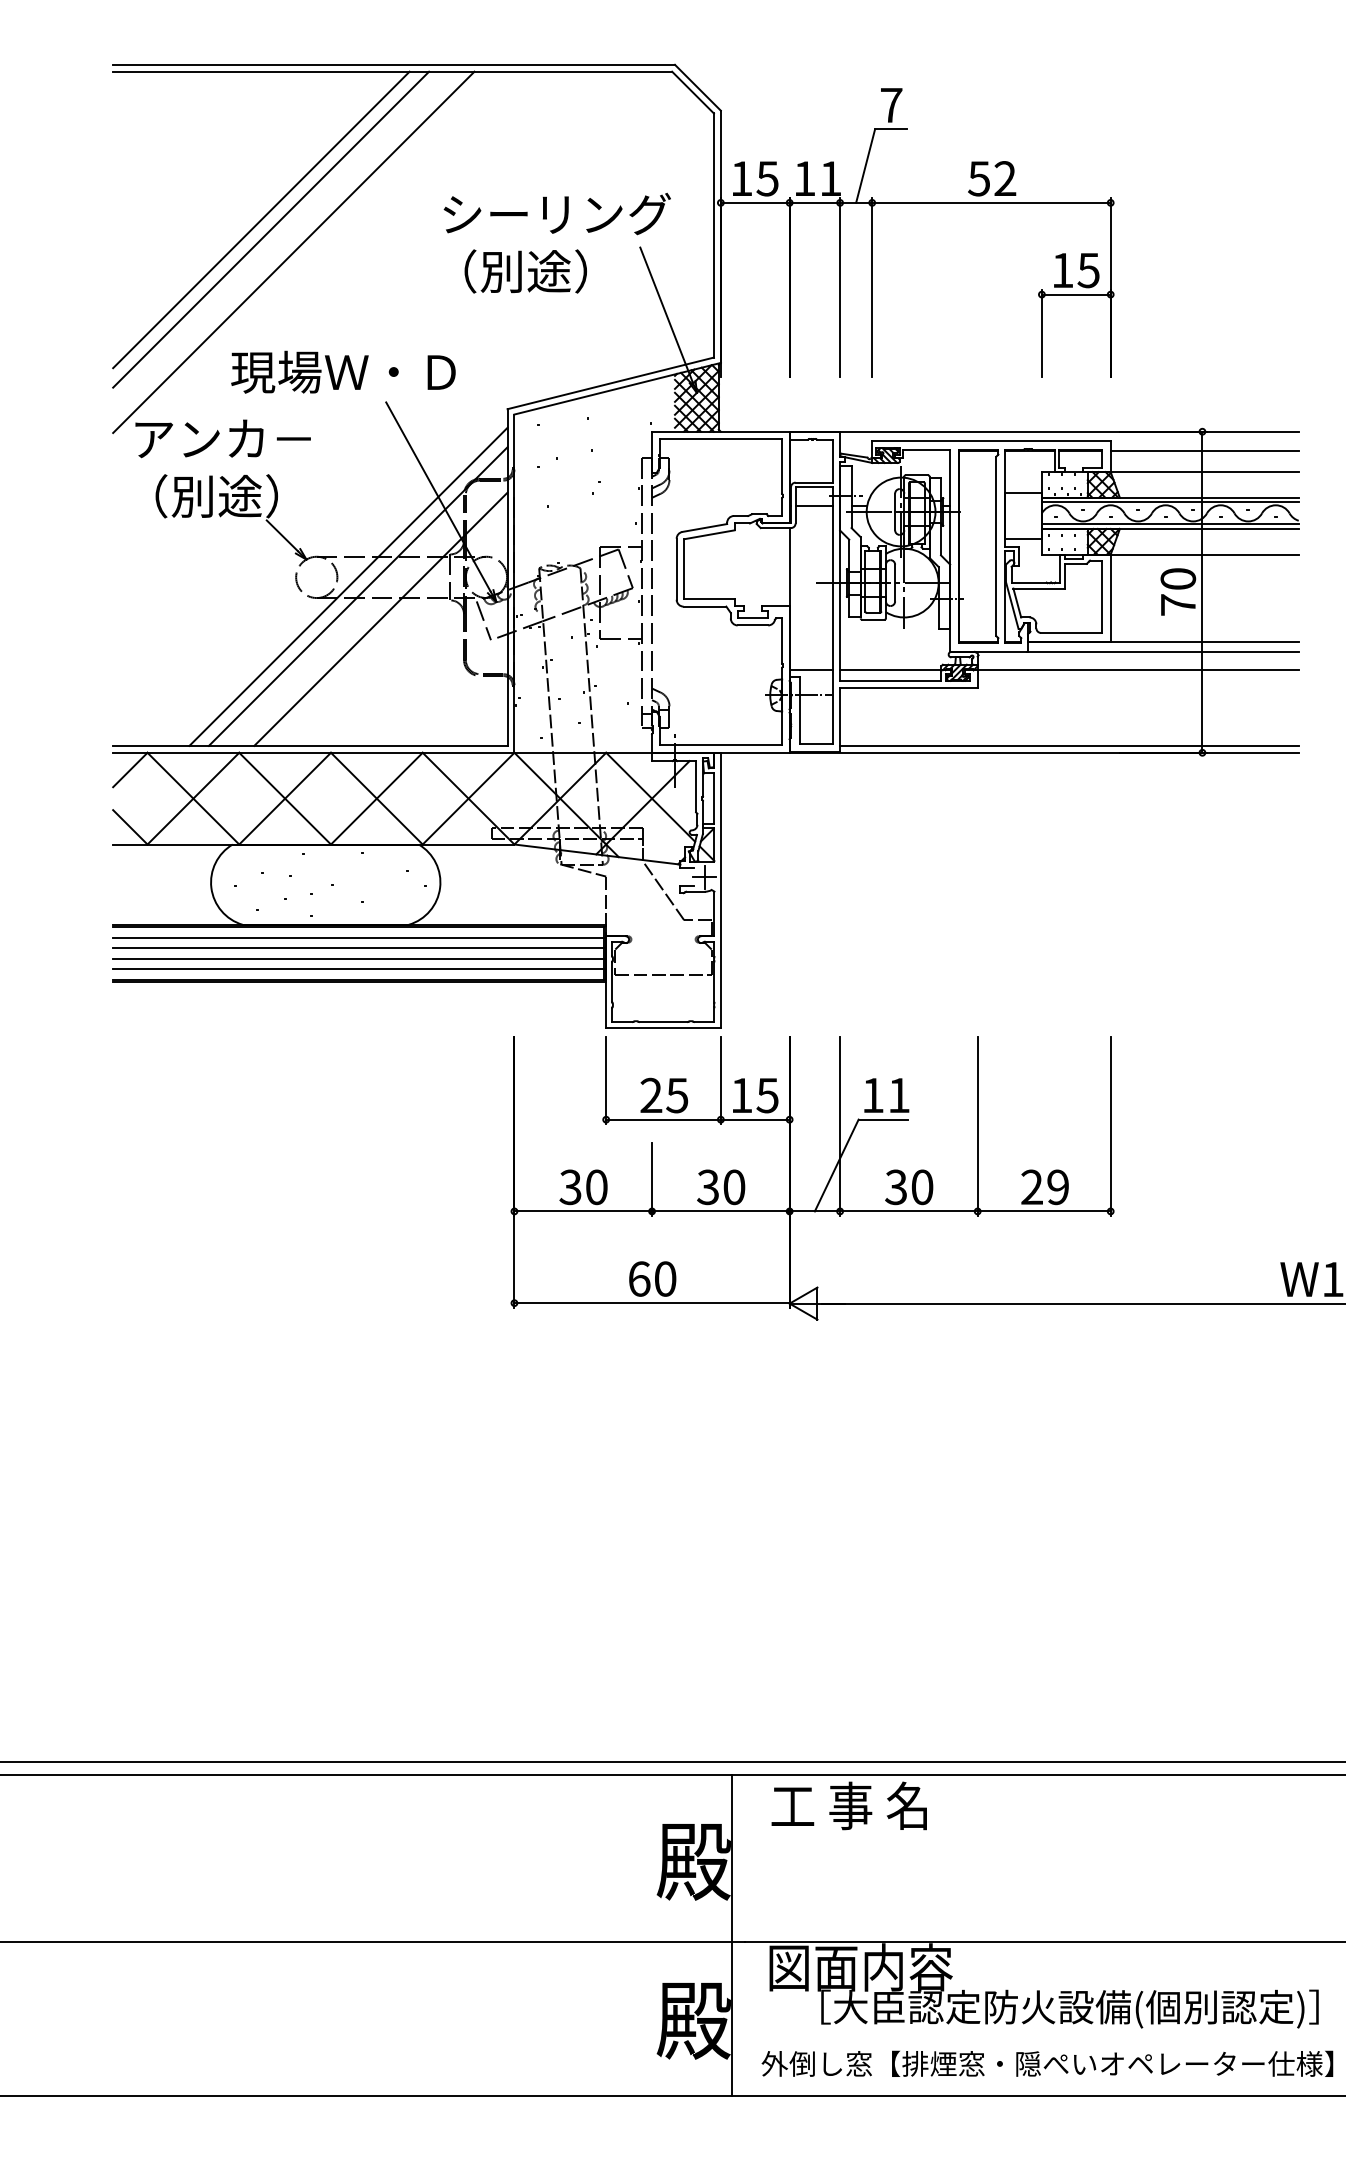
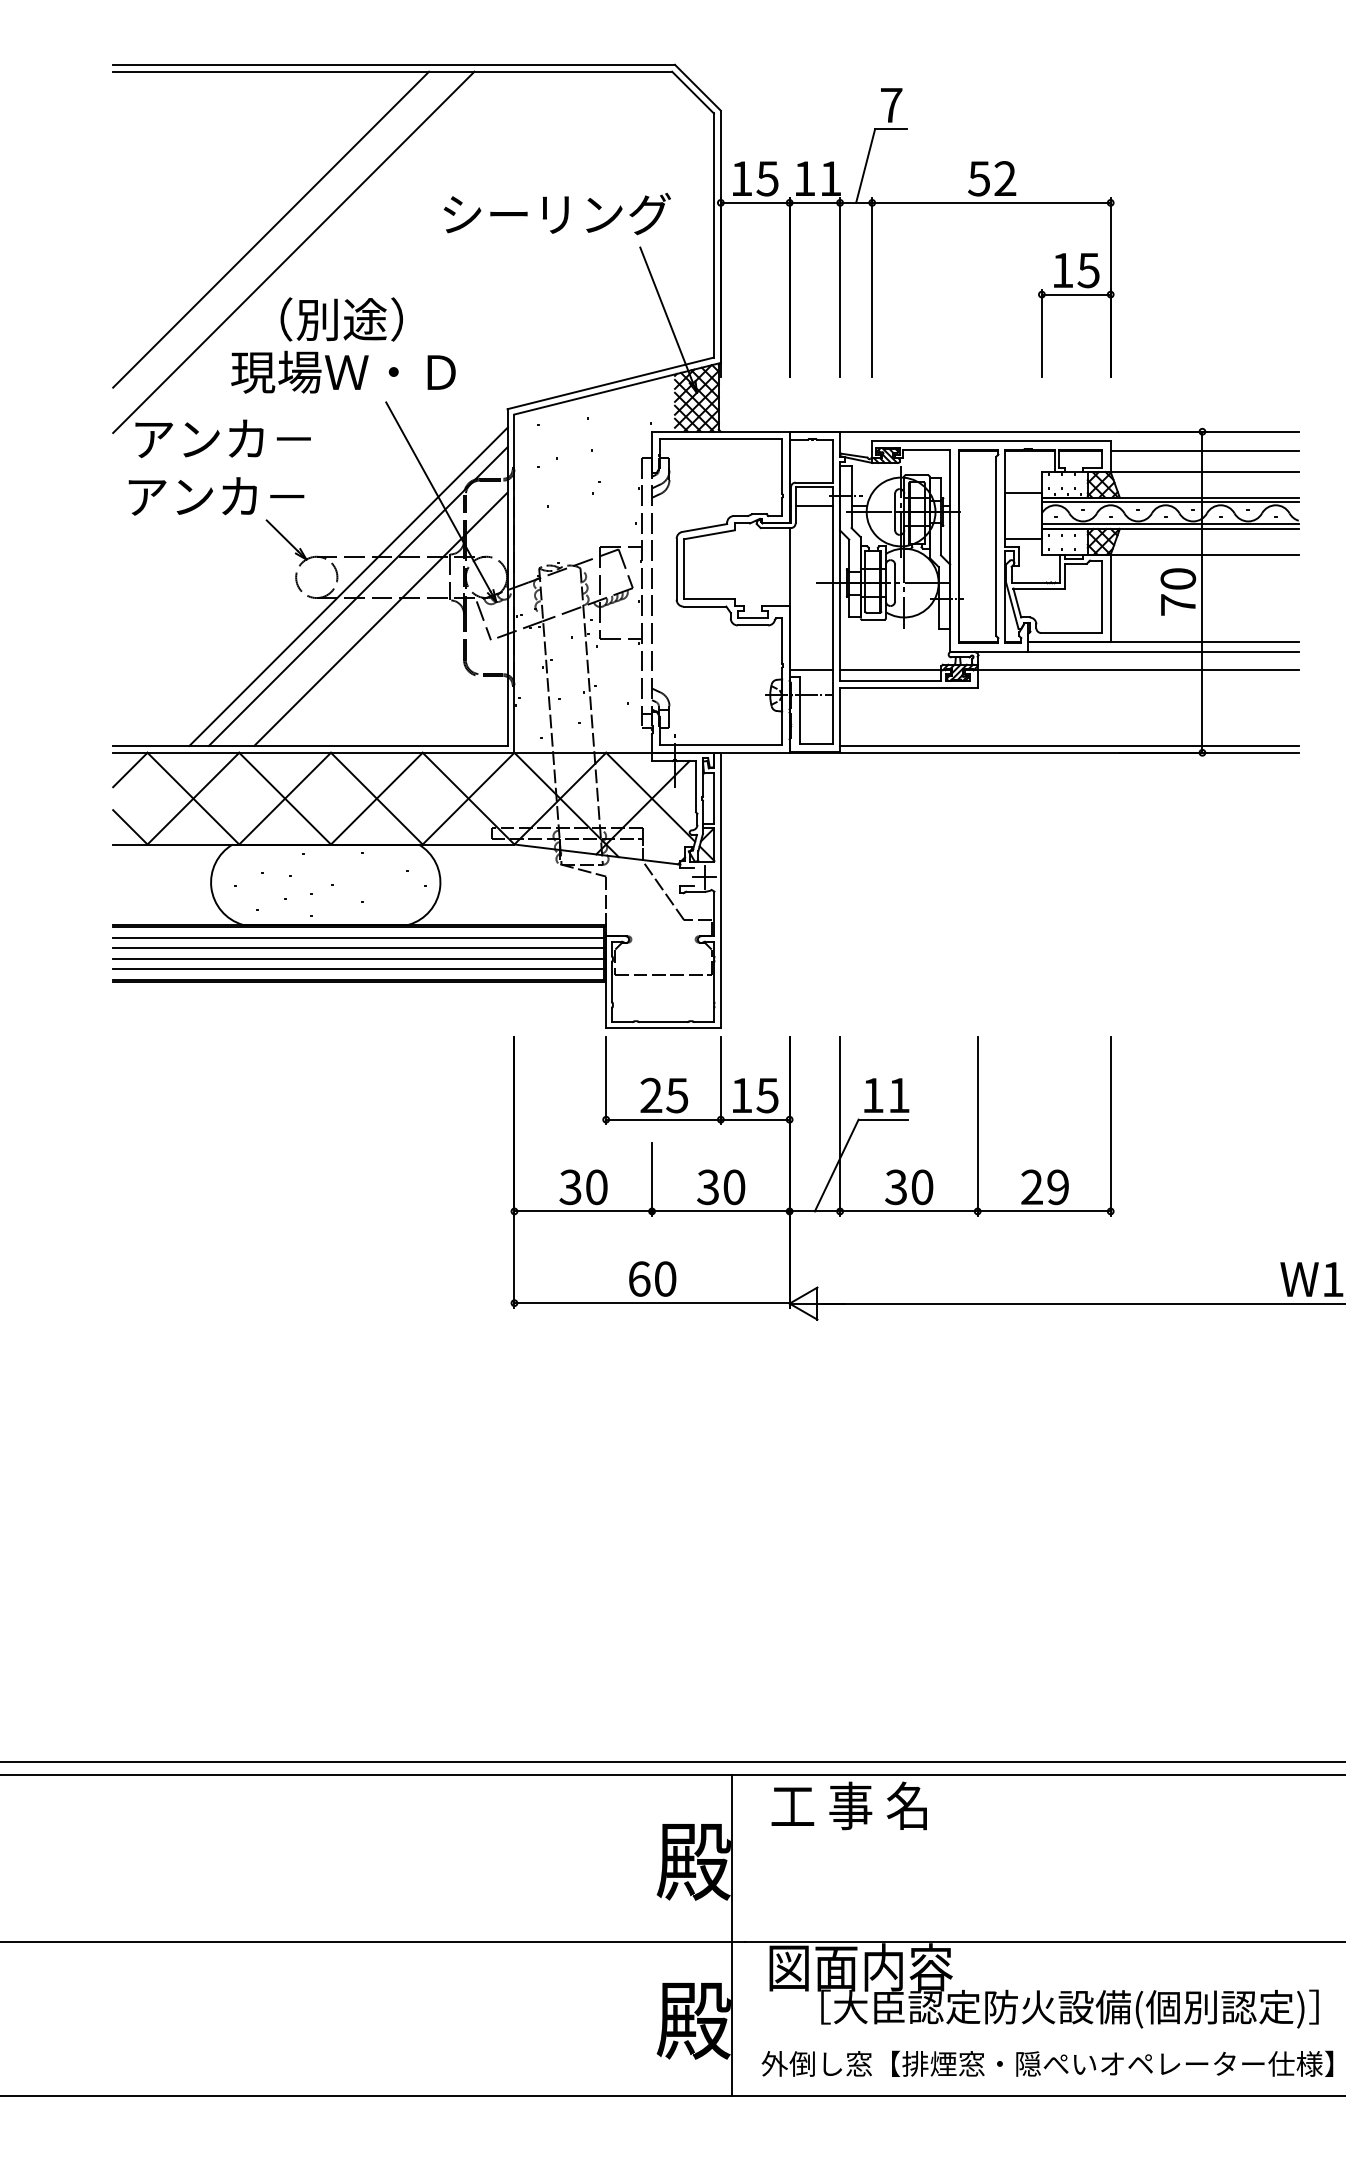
line at (261, 219): present -> none
text at (525, 271) position: (525, 271) -> (341, 319)
text at (216, 496): （別途） -> アンカ－
